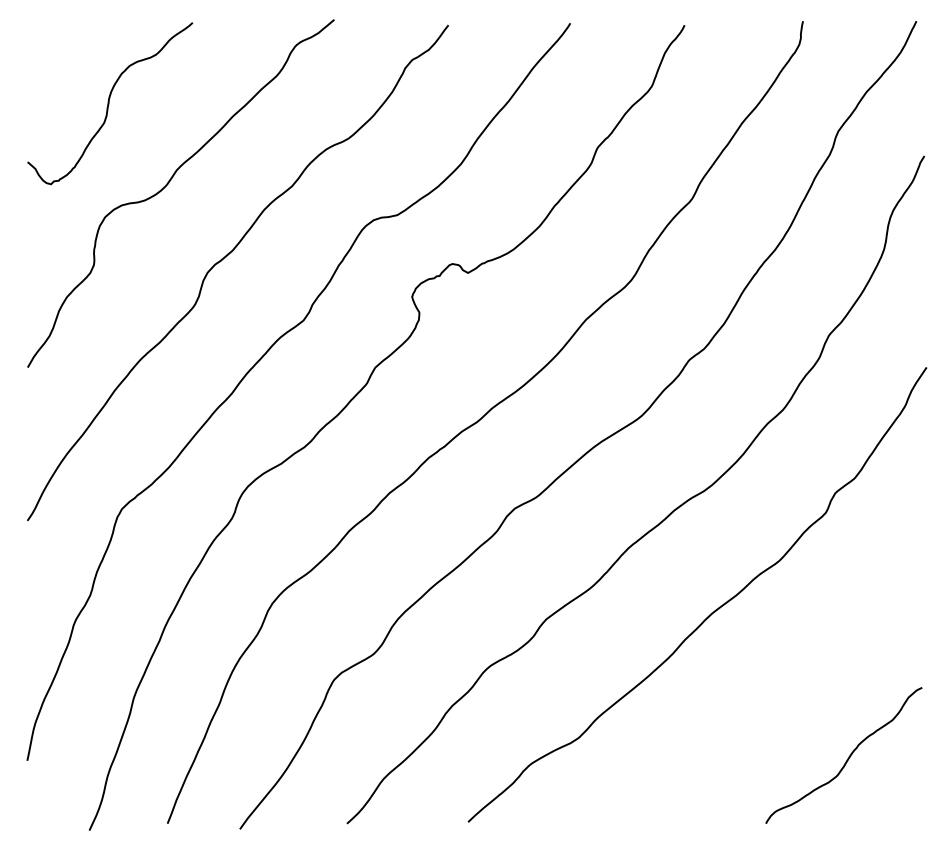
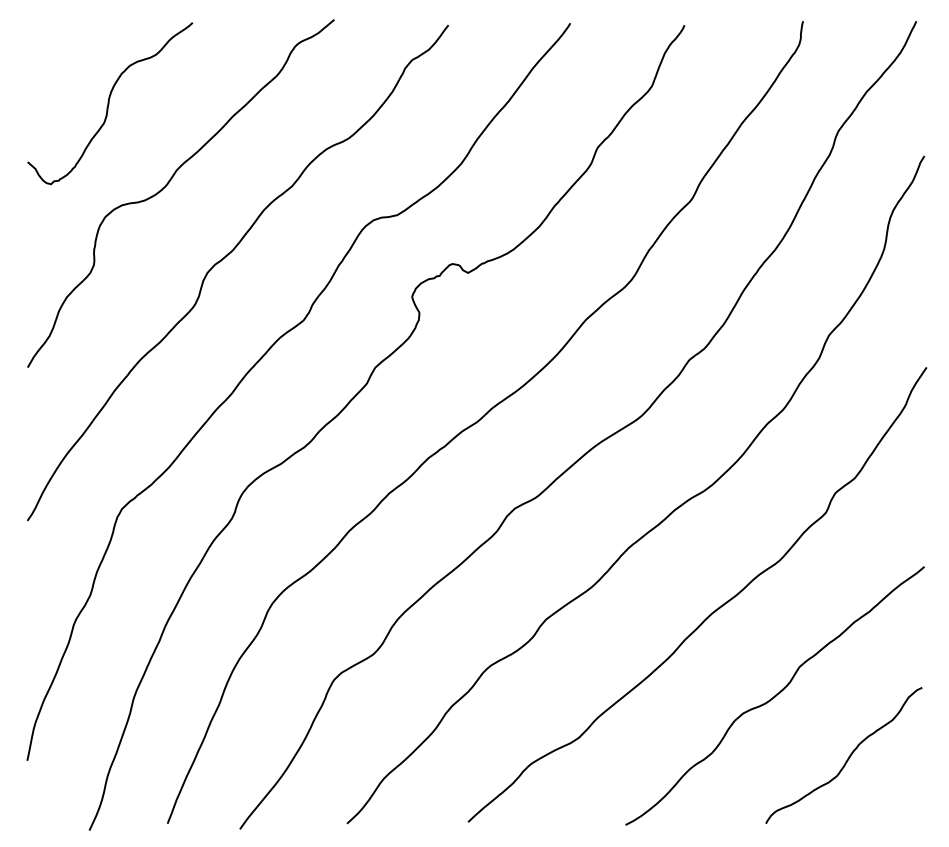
curve at (774, 695): none -> present
